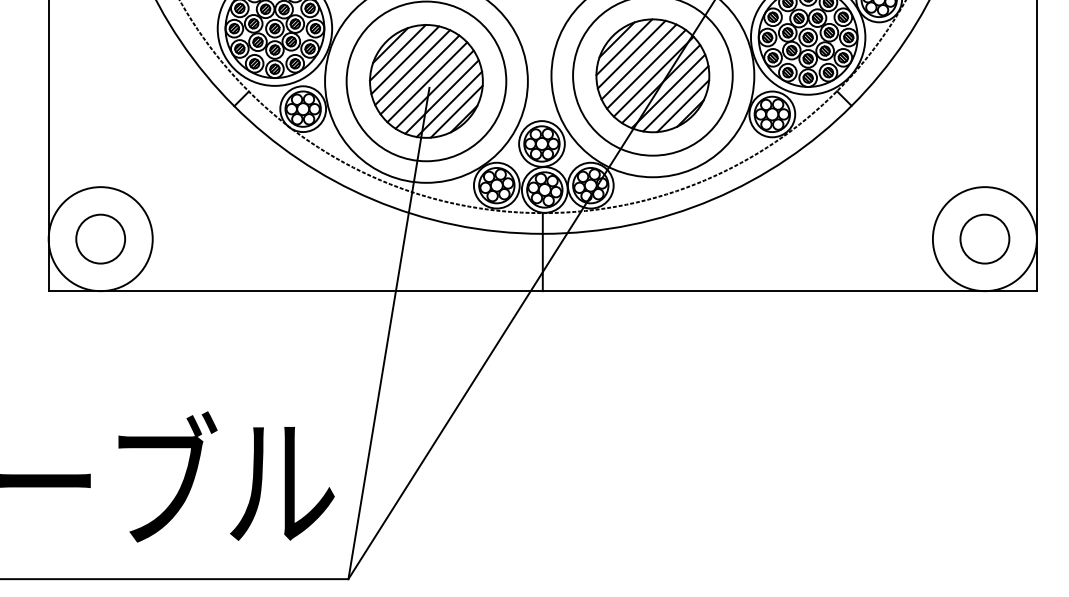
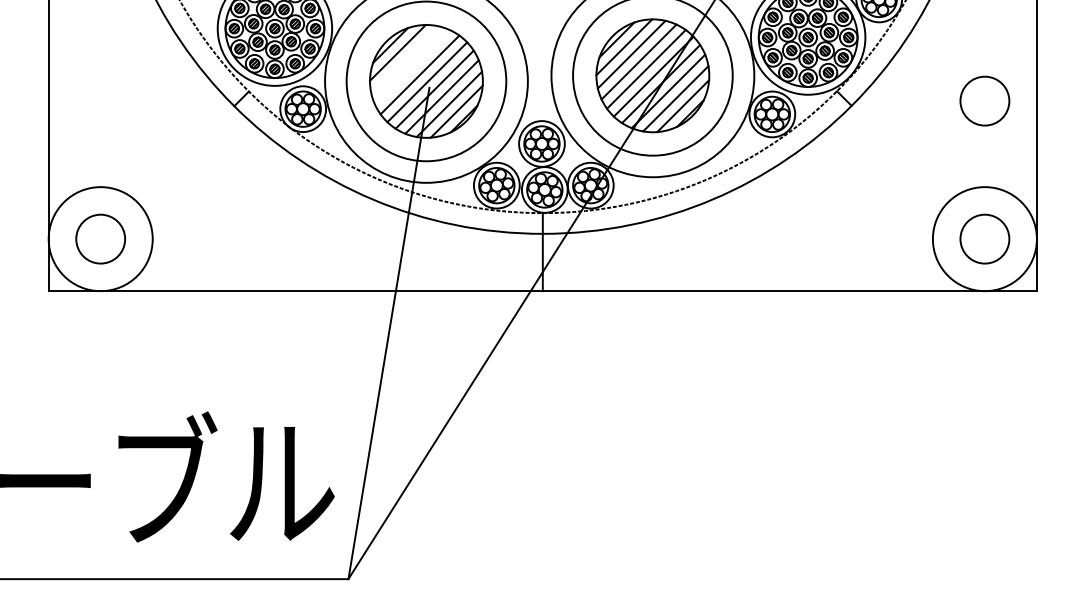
line at (405, 60): present -> none
line at (412, 67): present -> none
circle at (984, 100): none -> present
